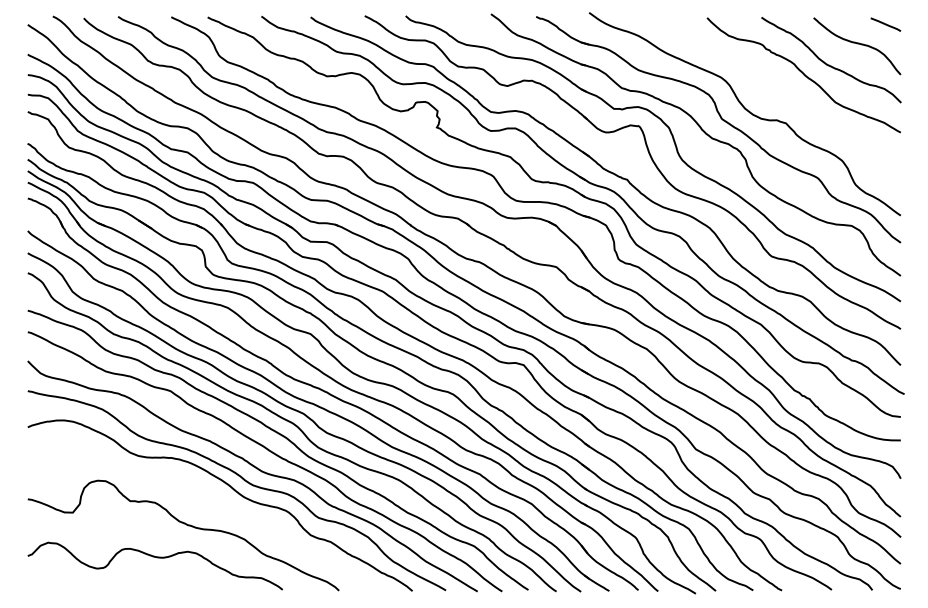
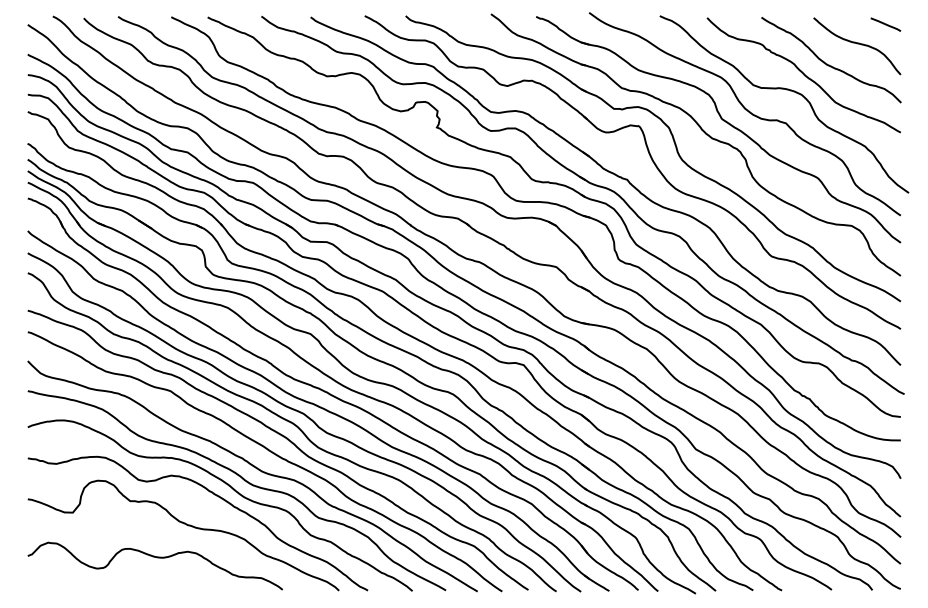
curve at (786, 90): none -> present
curve at (214, 495): none -> present
